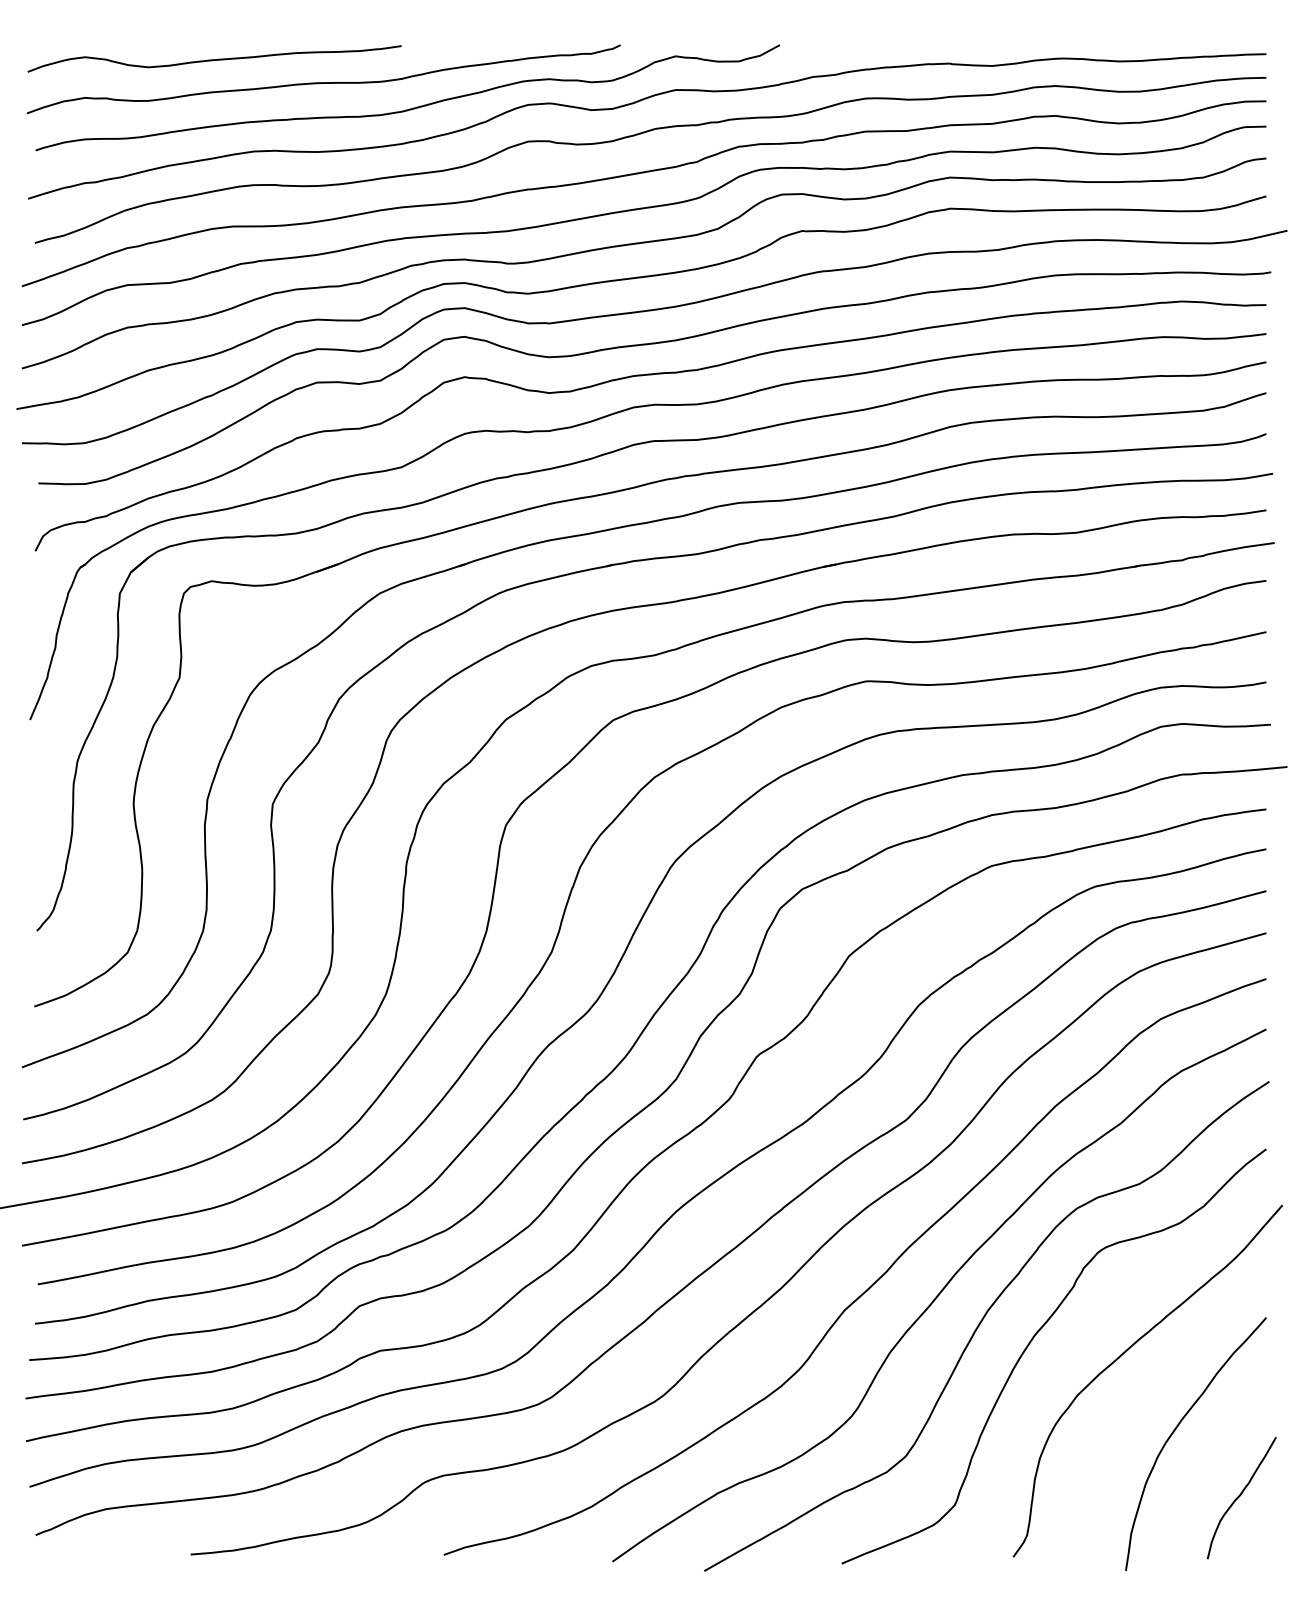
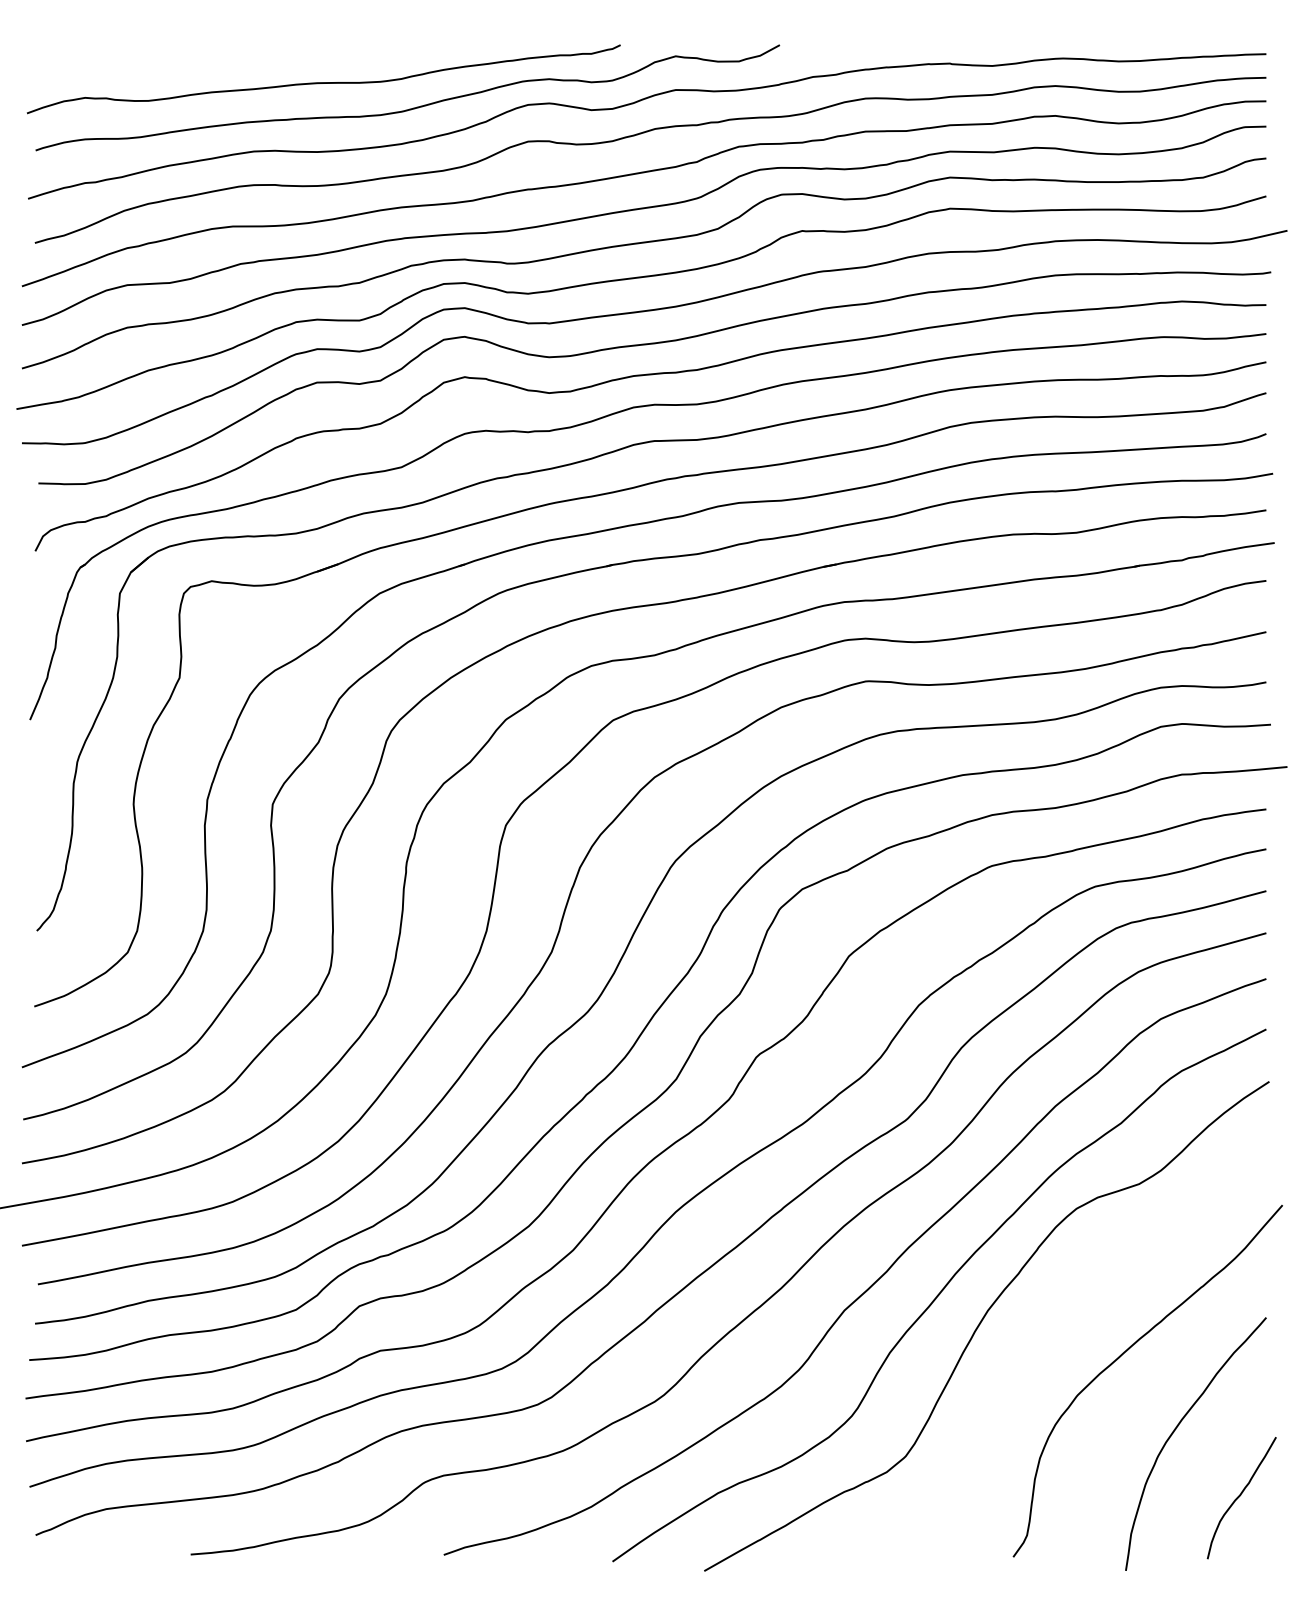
curve at (214, 59): present -> none
curve at (1031, 1342): present -> none
